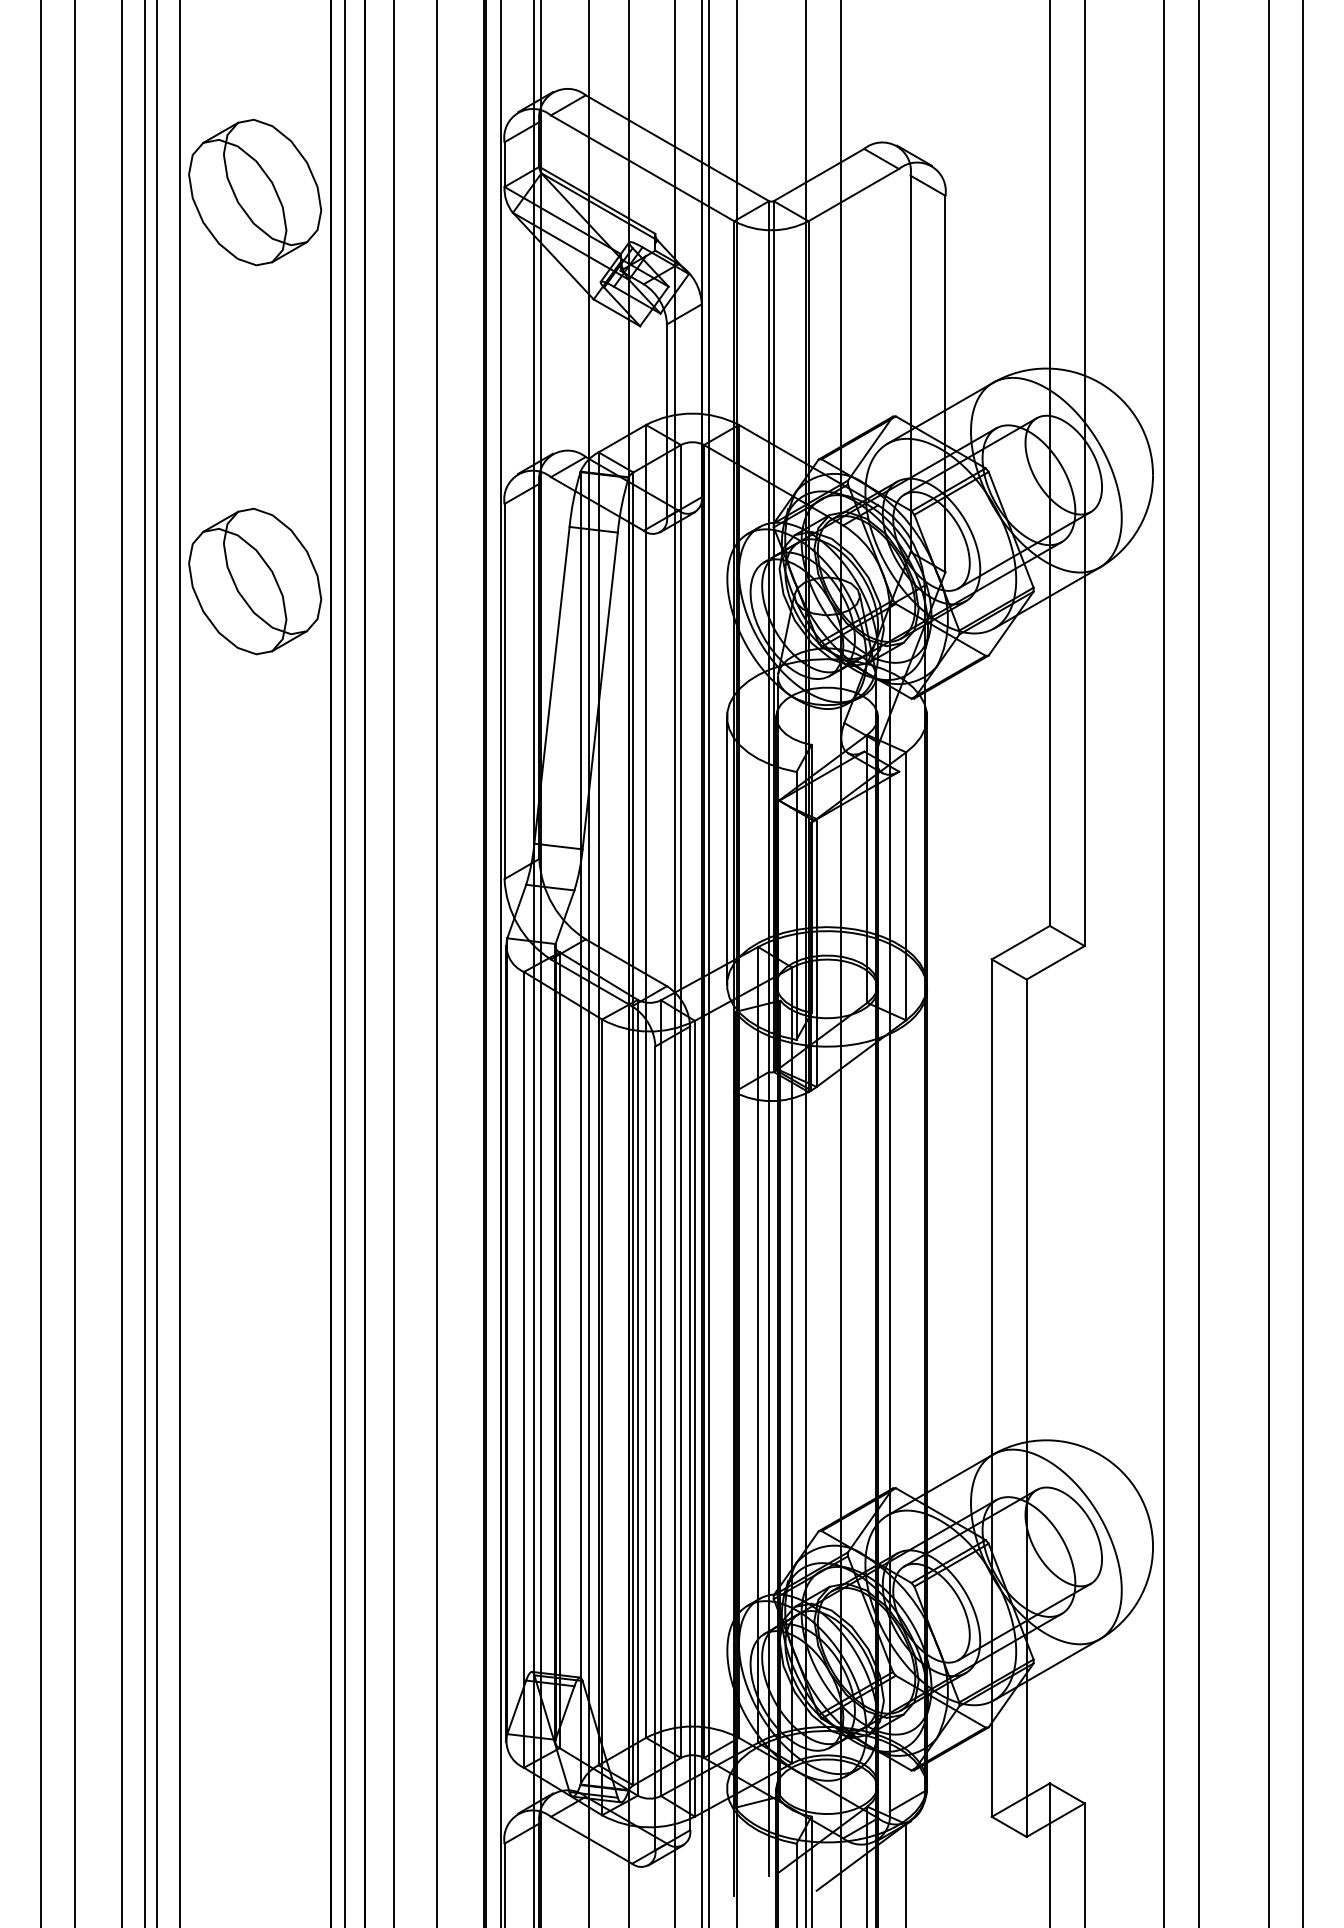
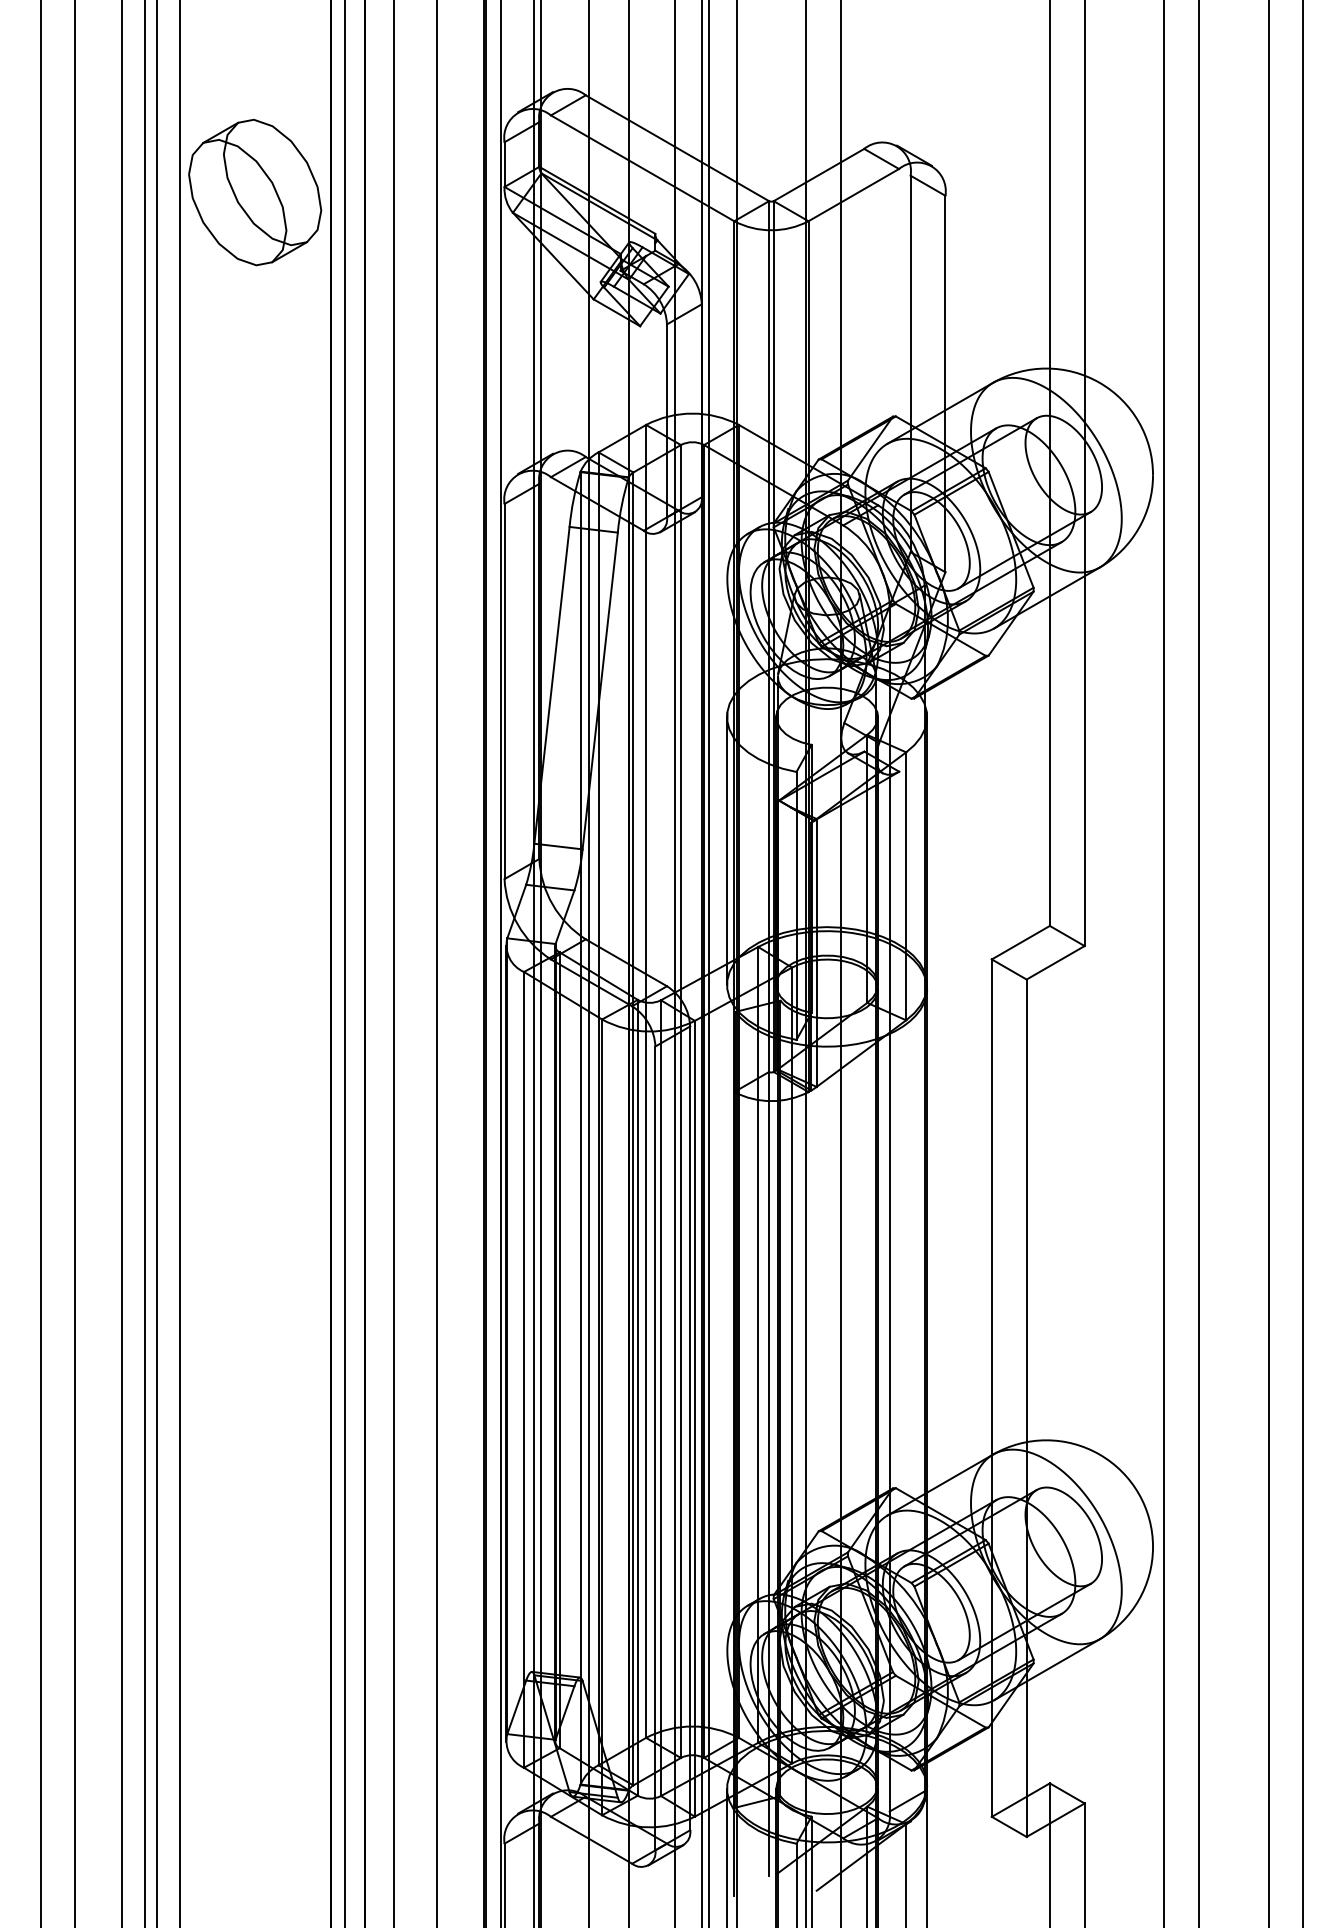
part at (255, 581): present -> none
line at (727, 1856): none -> present
line at (927, 1856): none -> present
